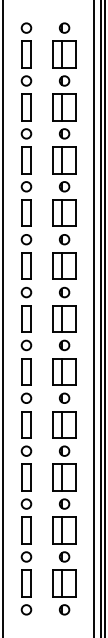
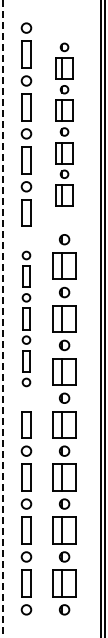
part at (64, 124) size: 25x205 px -> 19x165 px
line at (3, 318): solid -> dashed
part at (26, 318) size: 13x170 px -> 11x138 px
line at (94, 318): present -> none
